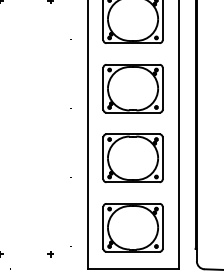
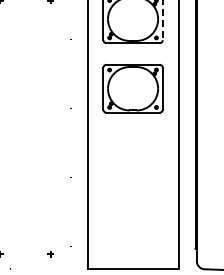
line at (162, 20): solid -> dashed
part at (132, 158): present -> none
part at (132, 227): present -> none
